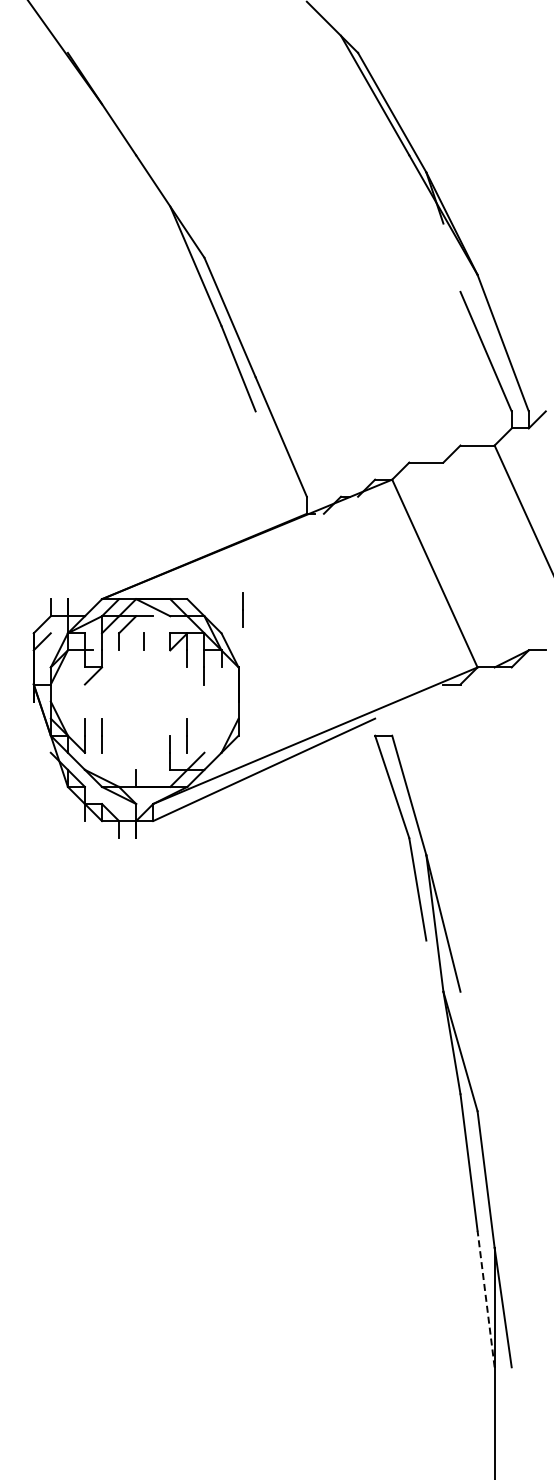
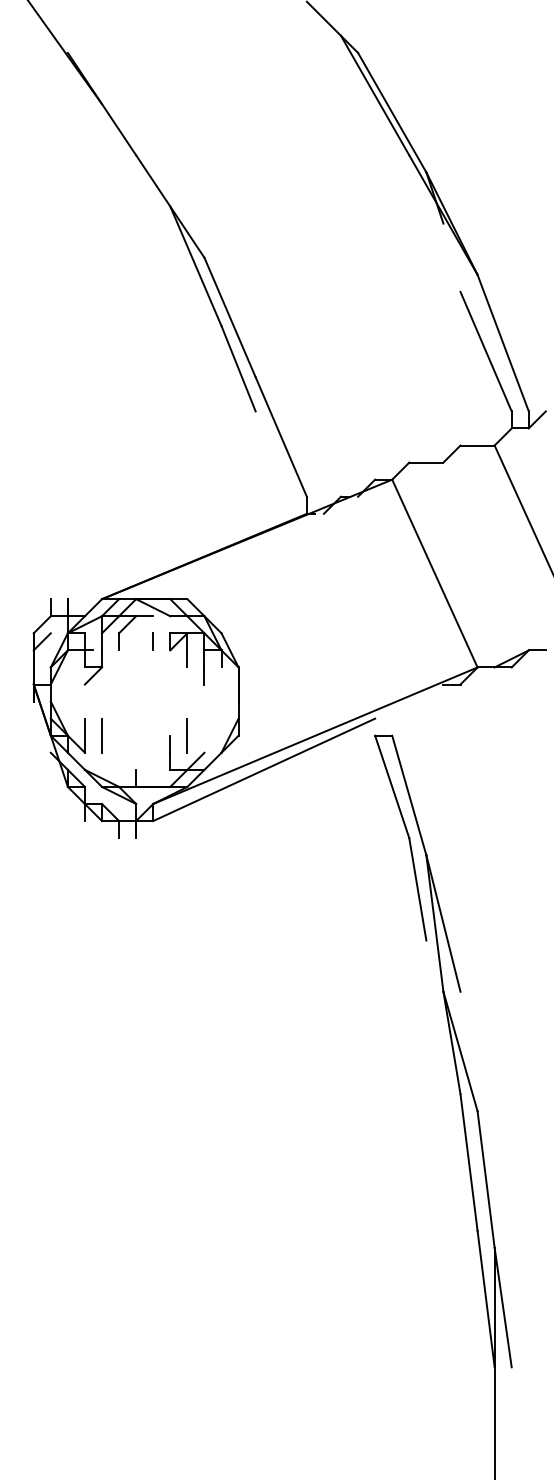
line at (242, 609): present -> none
line at (143, 641) position: (143, 641) -> (152, 641)
line at (486, 1299): dashed -> solid
